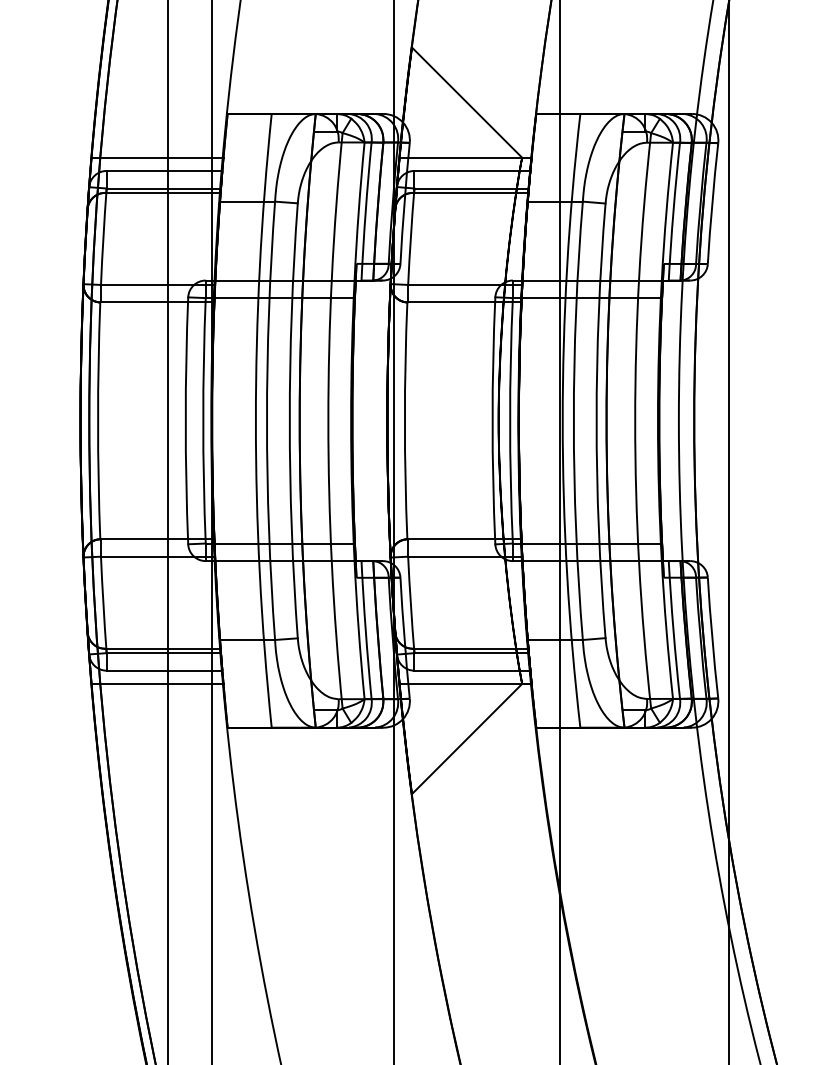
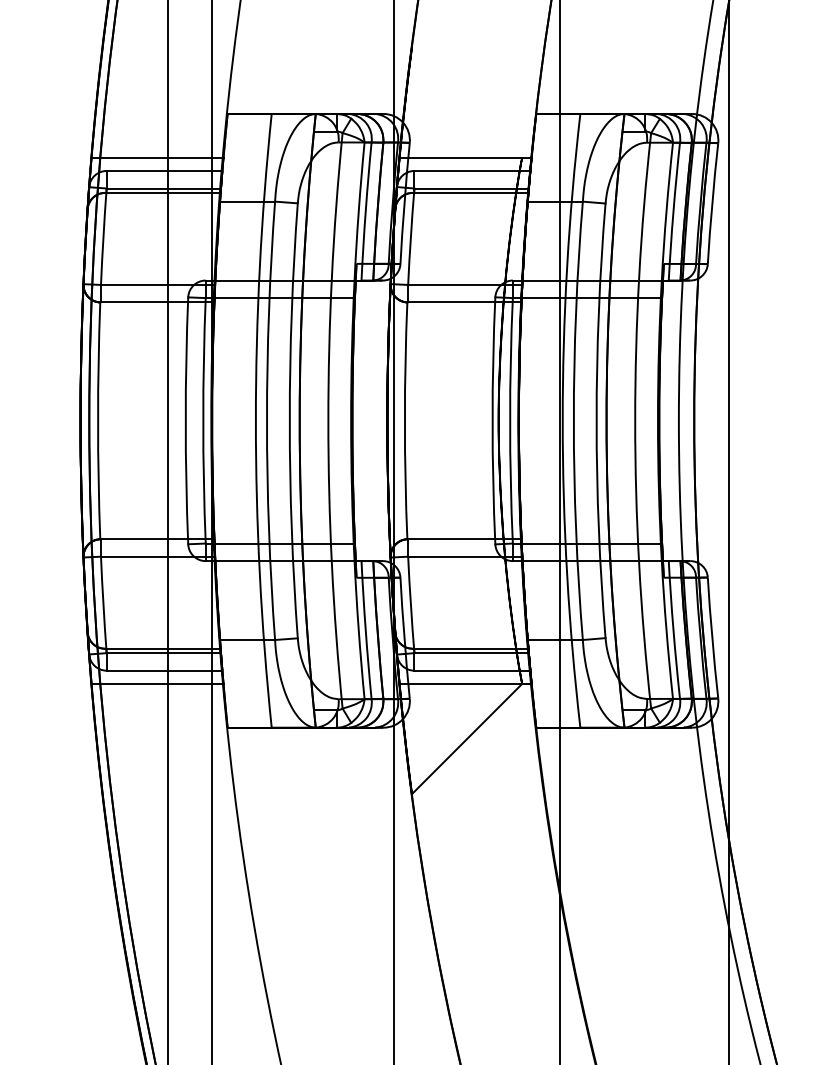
line at (466, 102): present -> none
